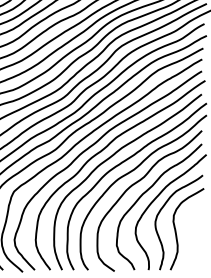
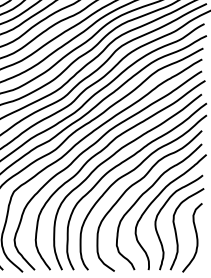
curve at (196, 237): none -> present
